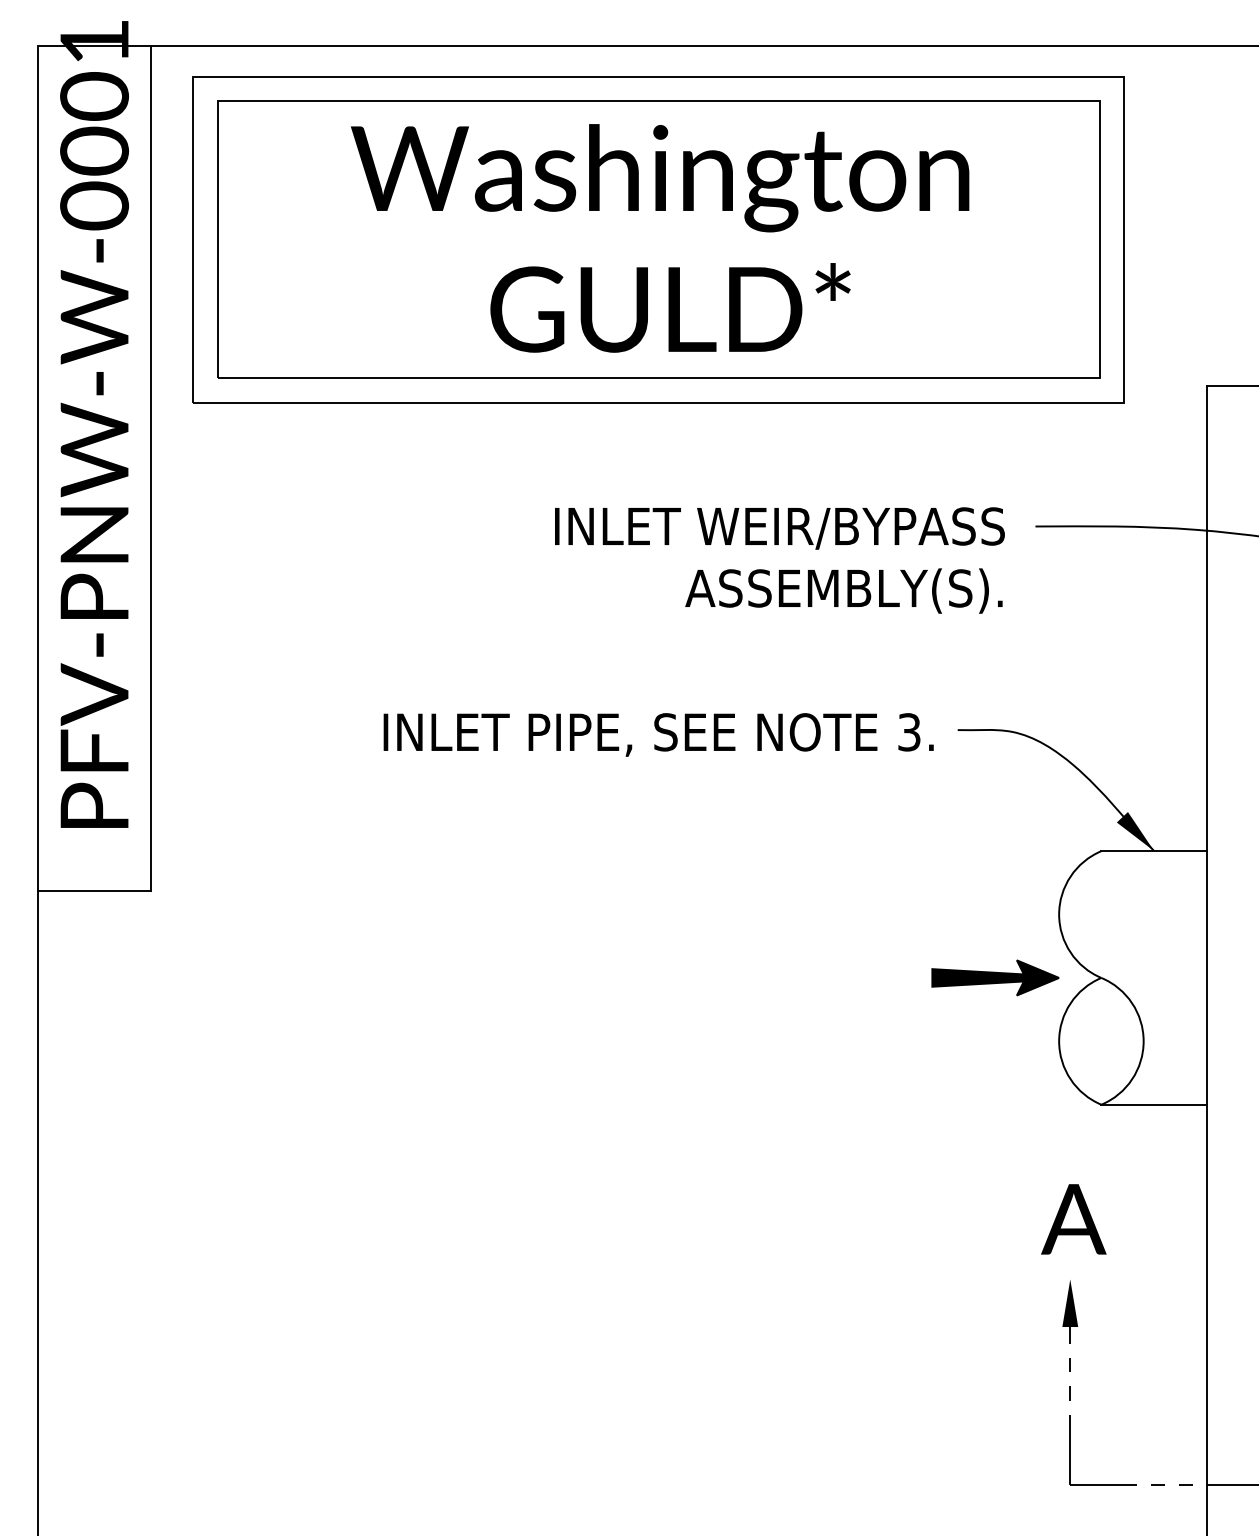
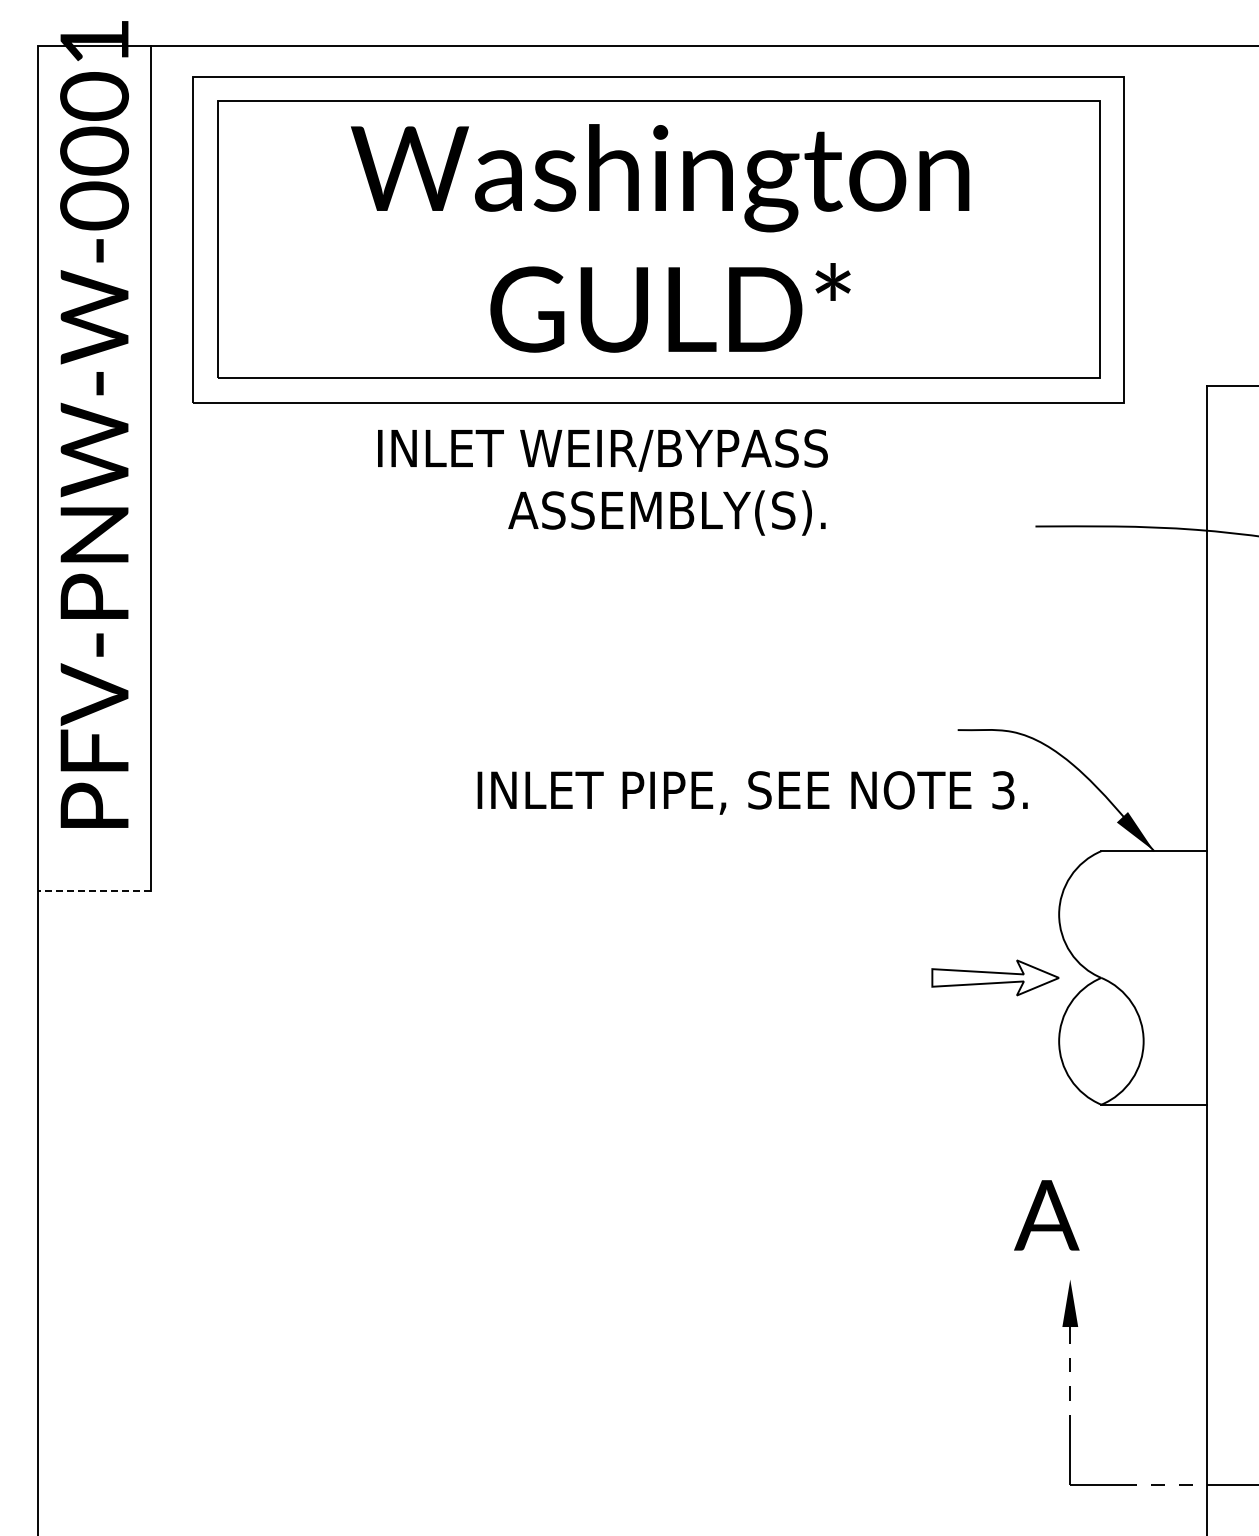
text at (779, 560) position: (779, 560) -> (602, 482)
text at (658, 734) position: (658, 734) -> (752, 792)
line at (94, 891): solid -> dashed
fill at (995, 977): present -> none
text at (1073, 1219) position: (1073, 1219) -> (1046, 1215)
